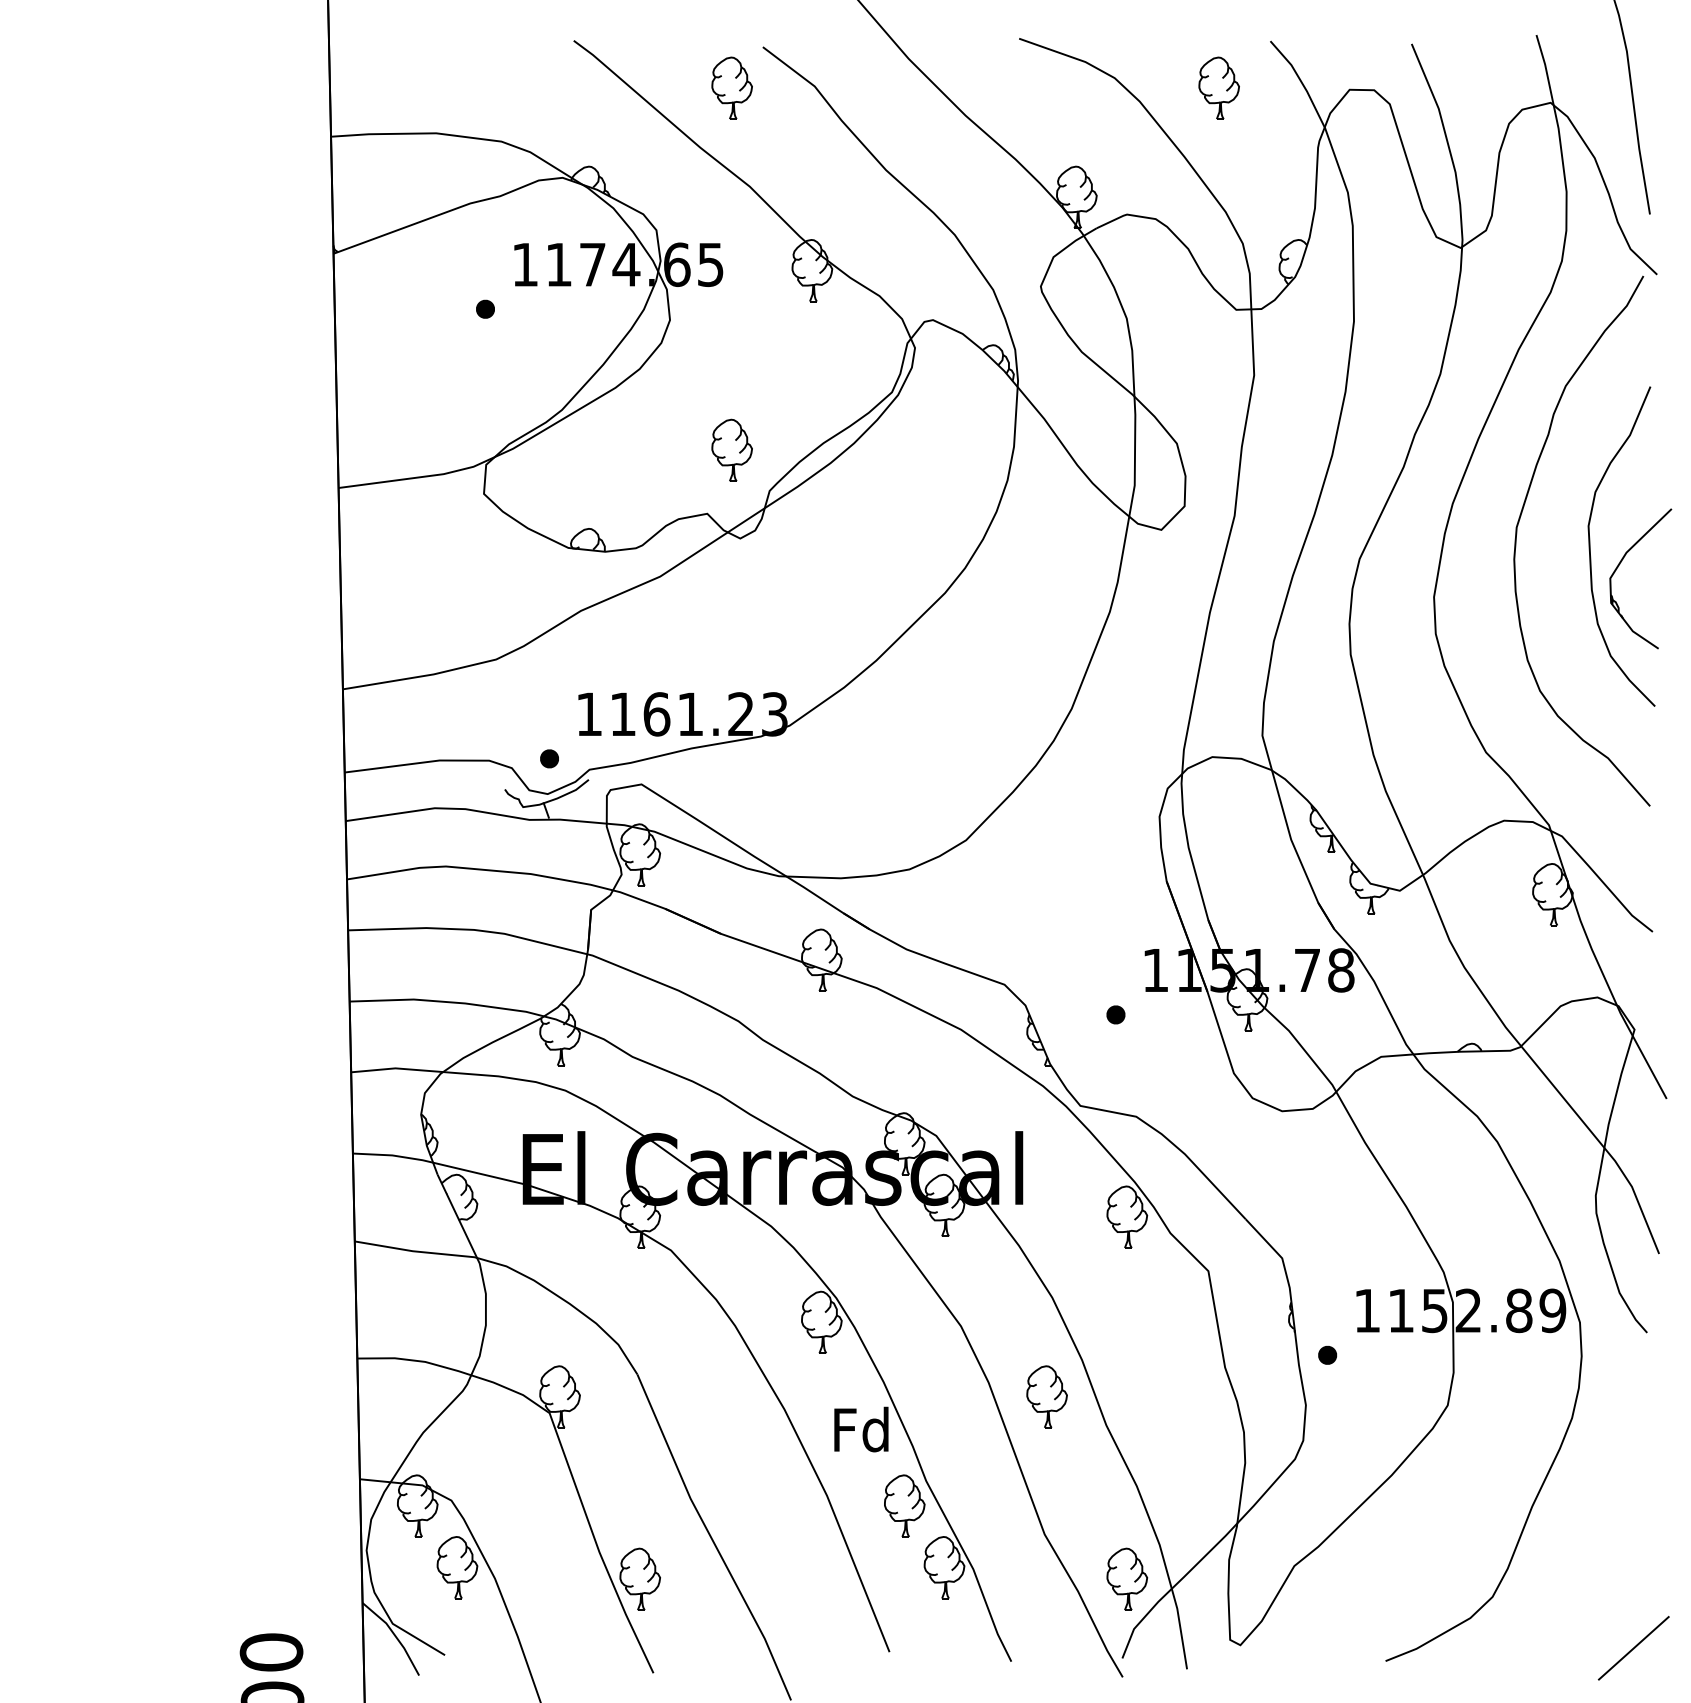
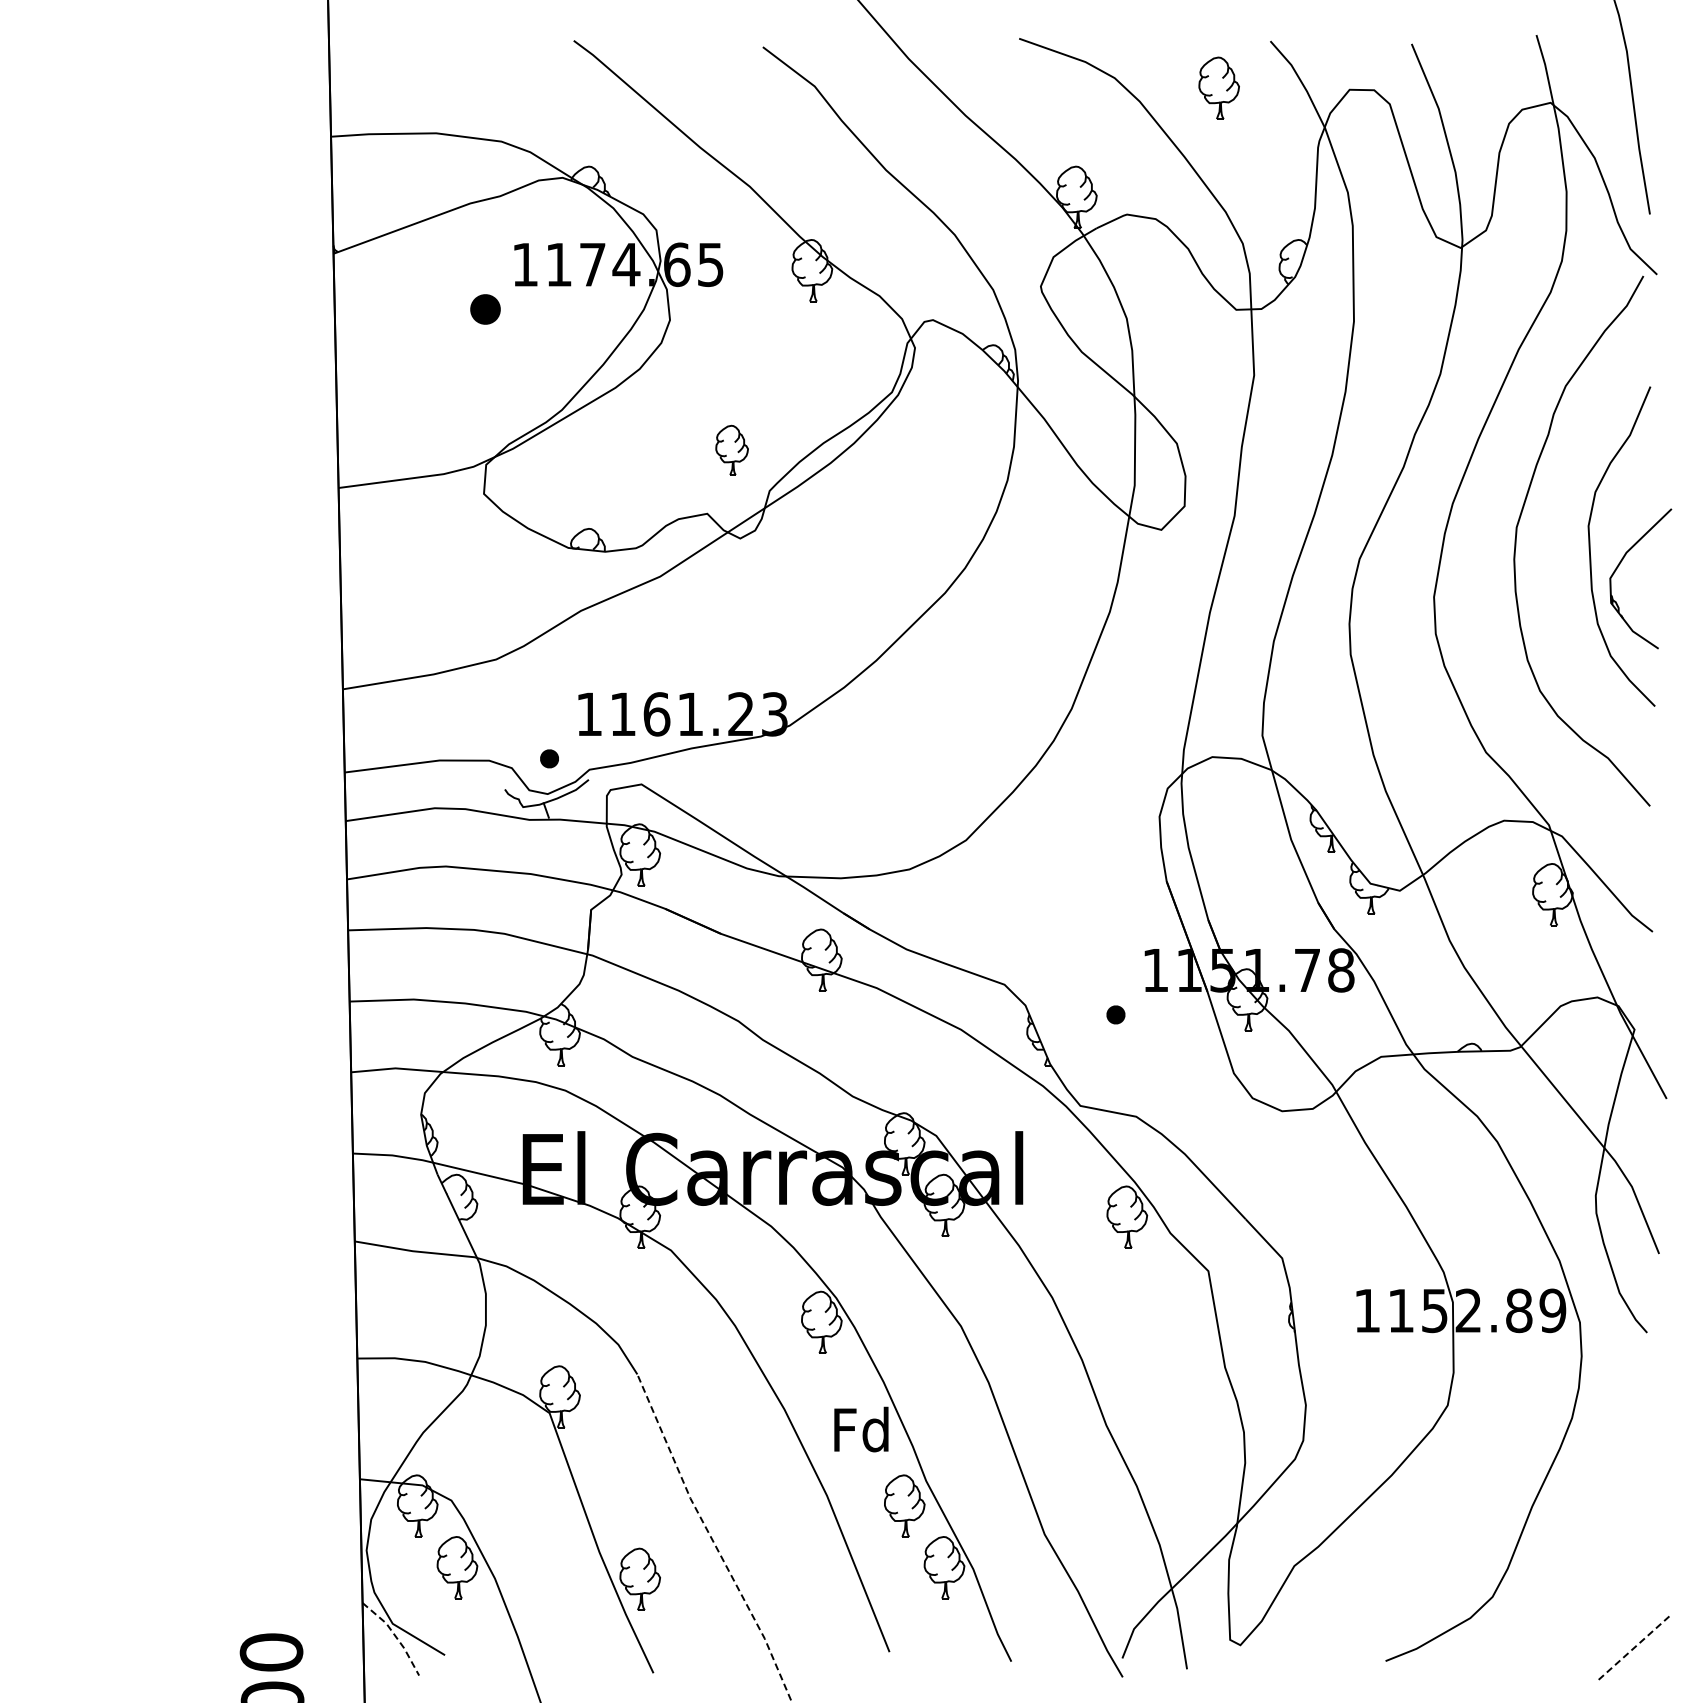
part at (731, 87): present -> none
part at (485, 308) size: 19x20 px -> 31x31 px
part at (731, 449) size: 42x64 px -> 34x52 px
part at (1327, 1354): present -> none
part at (1046, 1396): present -> none
line at (711, 1538): solid -> dashed
part at (1127, 1578): present -> none
line at (395, 1636): solid -> dashed
line at (1633, 1648): solid -> dashed
